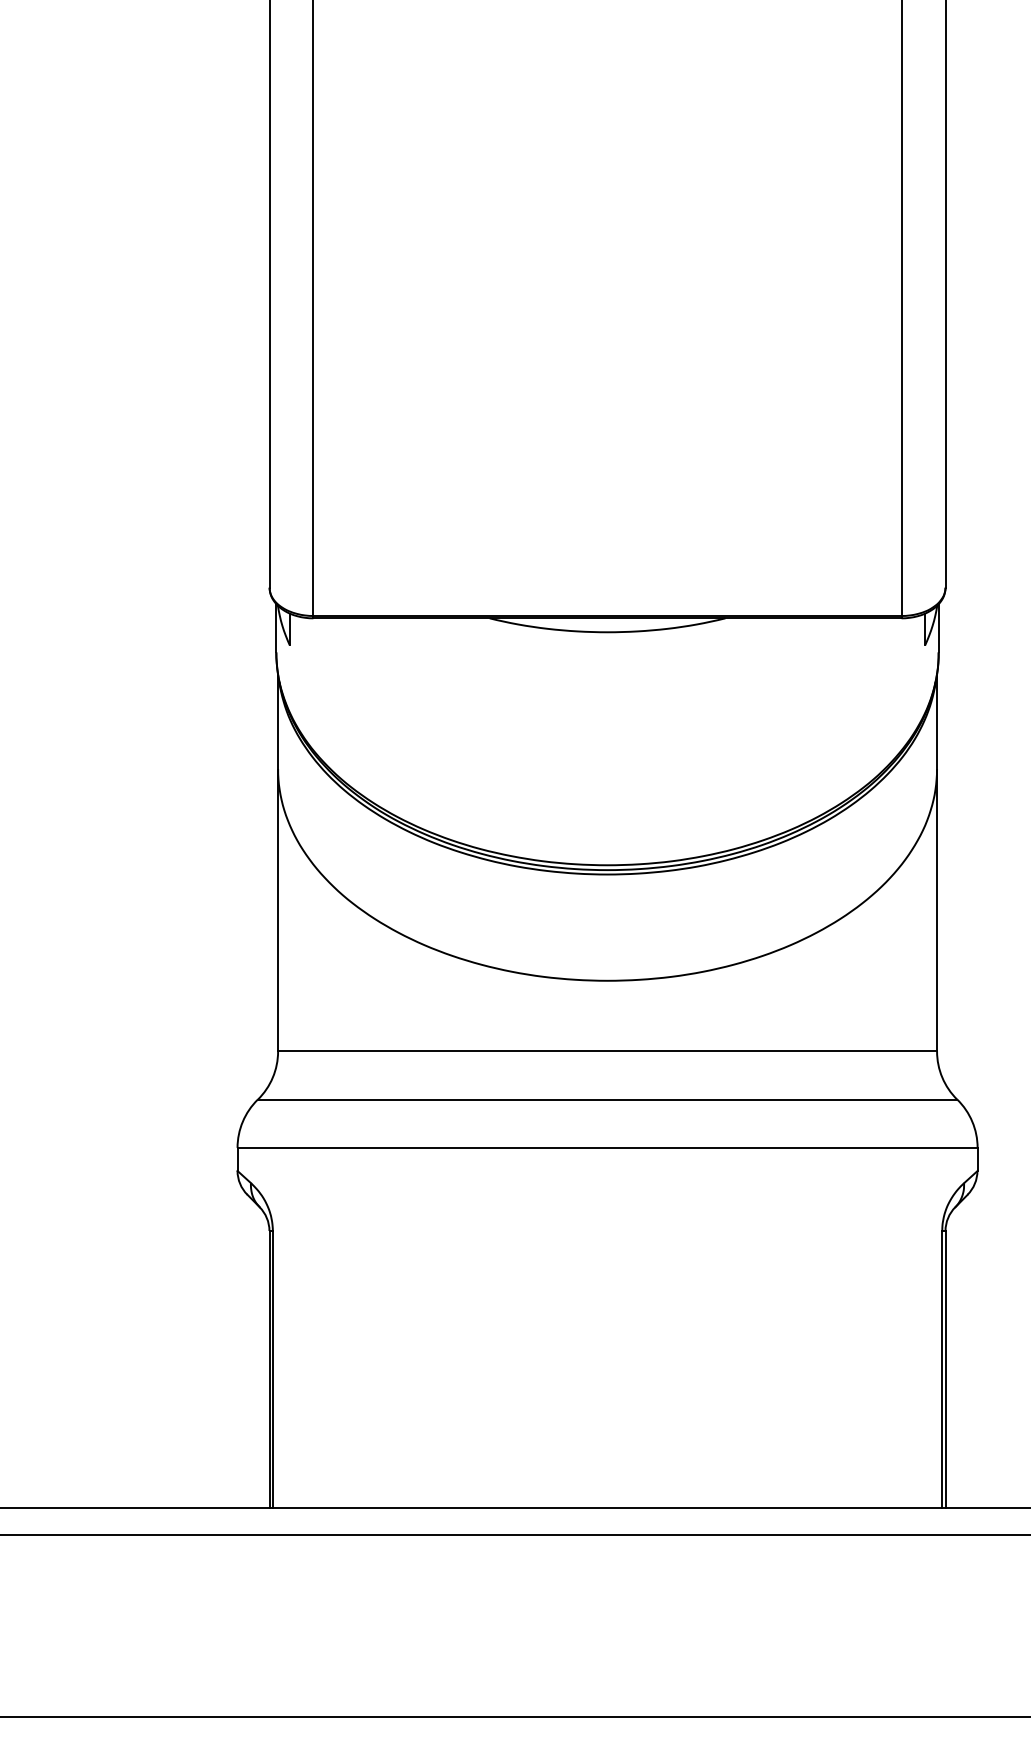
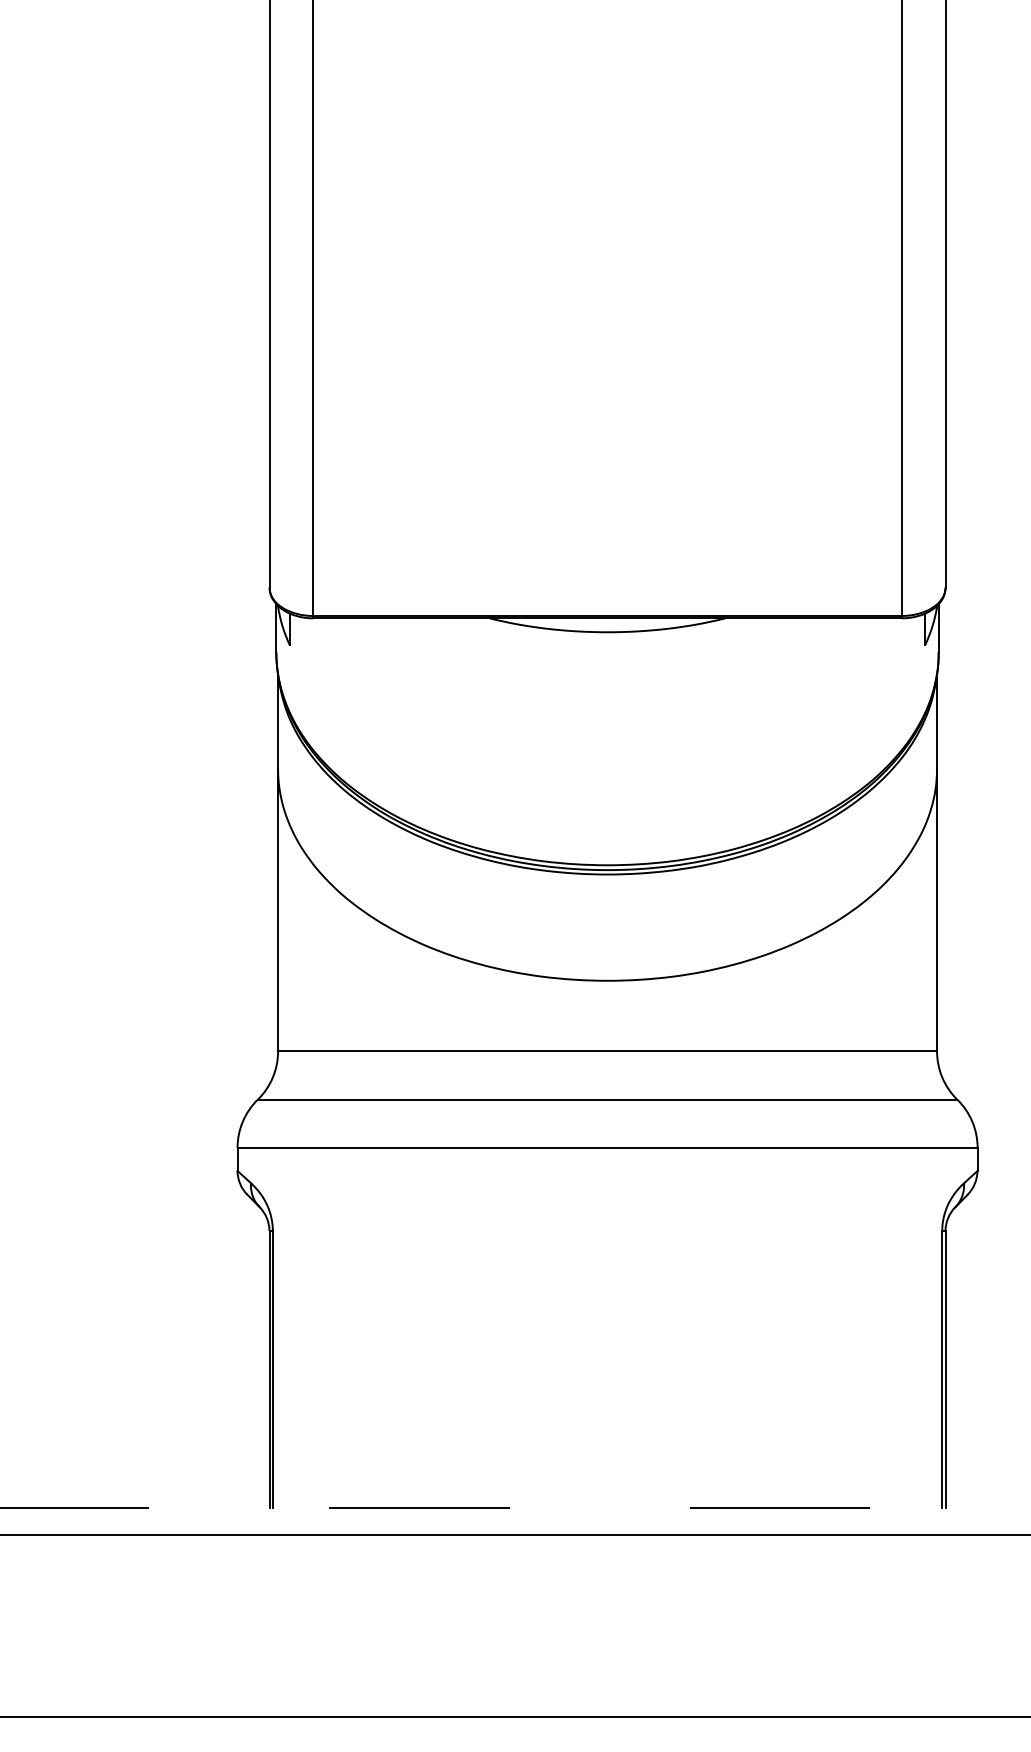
line at (515, 1507): solid -> dashed
